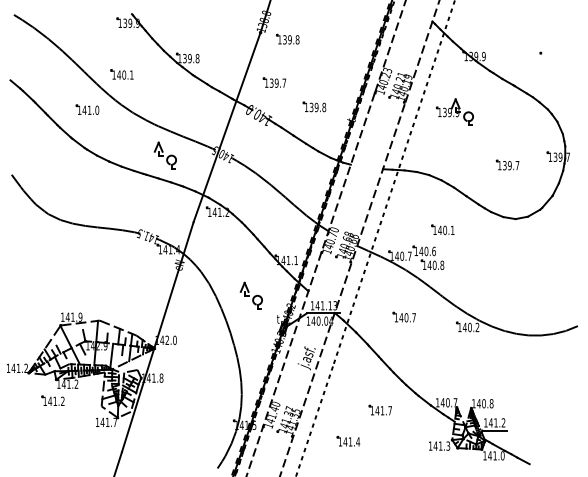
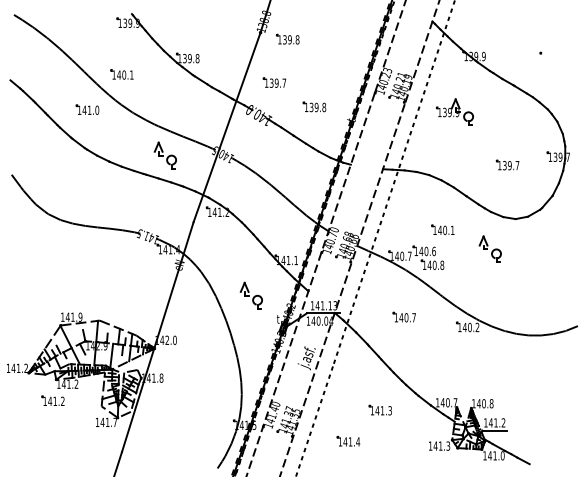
part at (489, 248): none -> present
text at (389, 410): 141.7 -> 141.3
